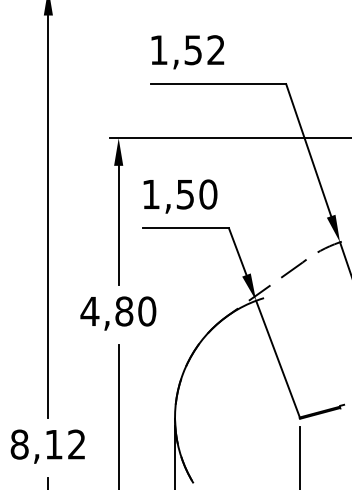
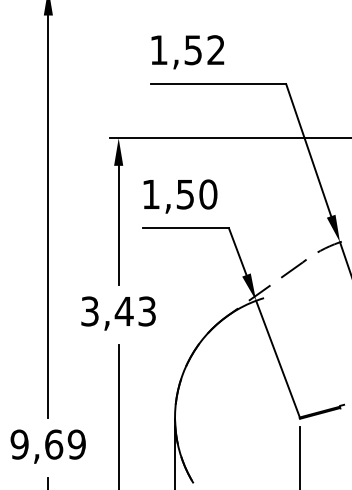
text at (118, 311): 4,80 -> 3,43
text at (47, 444): 8,12 -> 9,69
